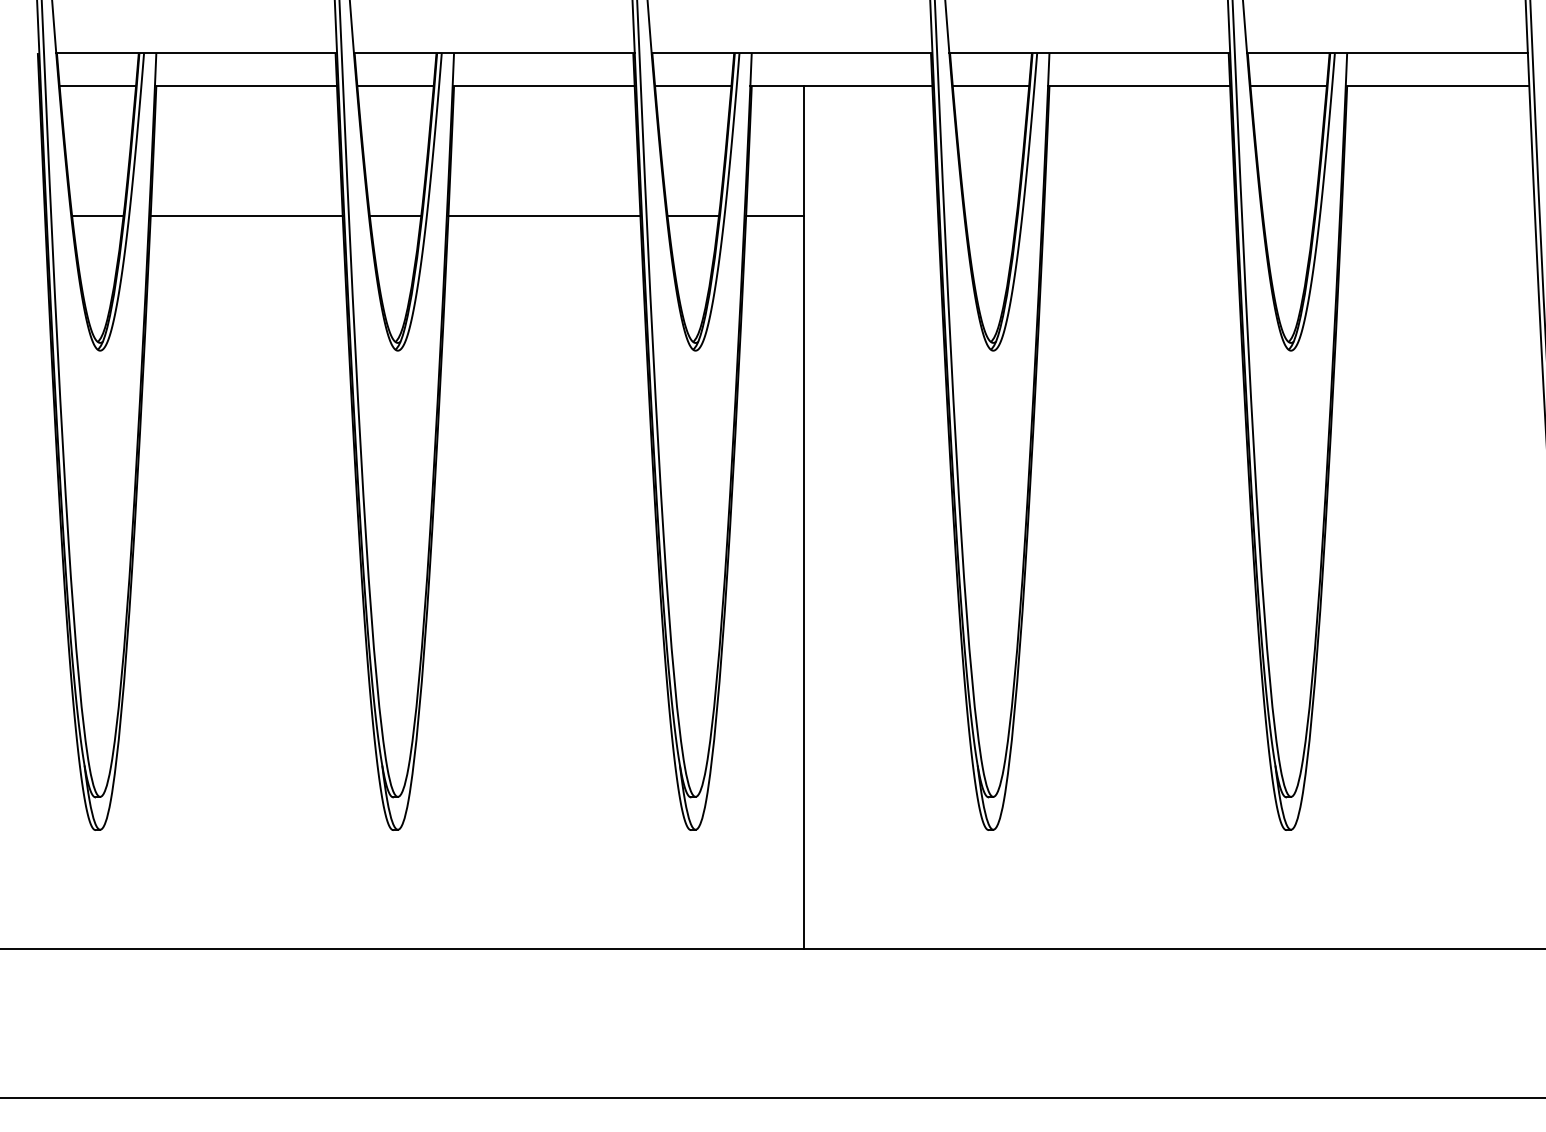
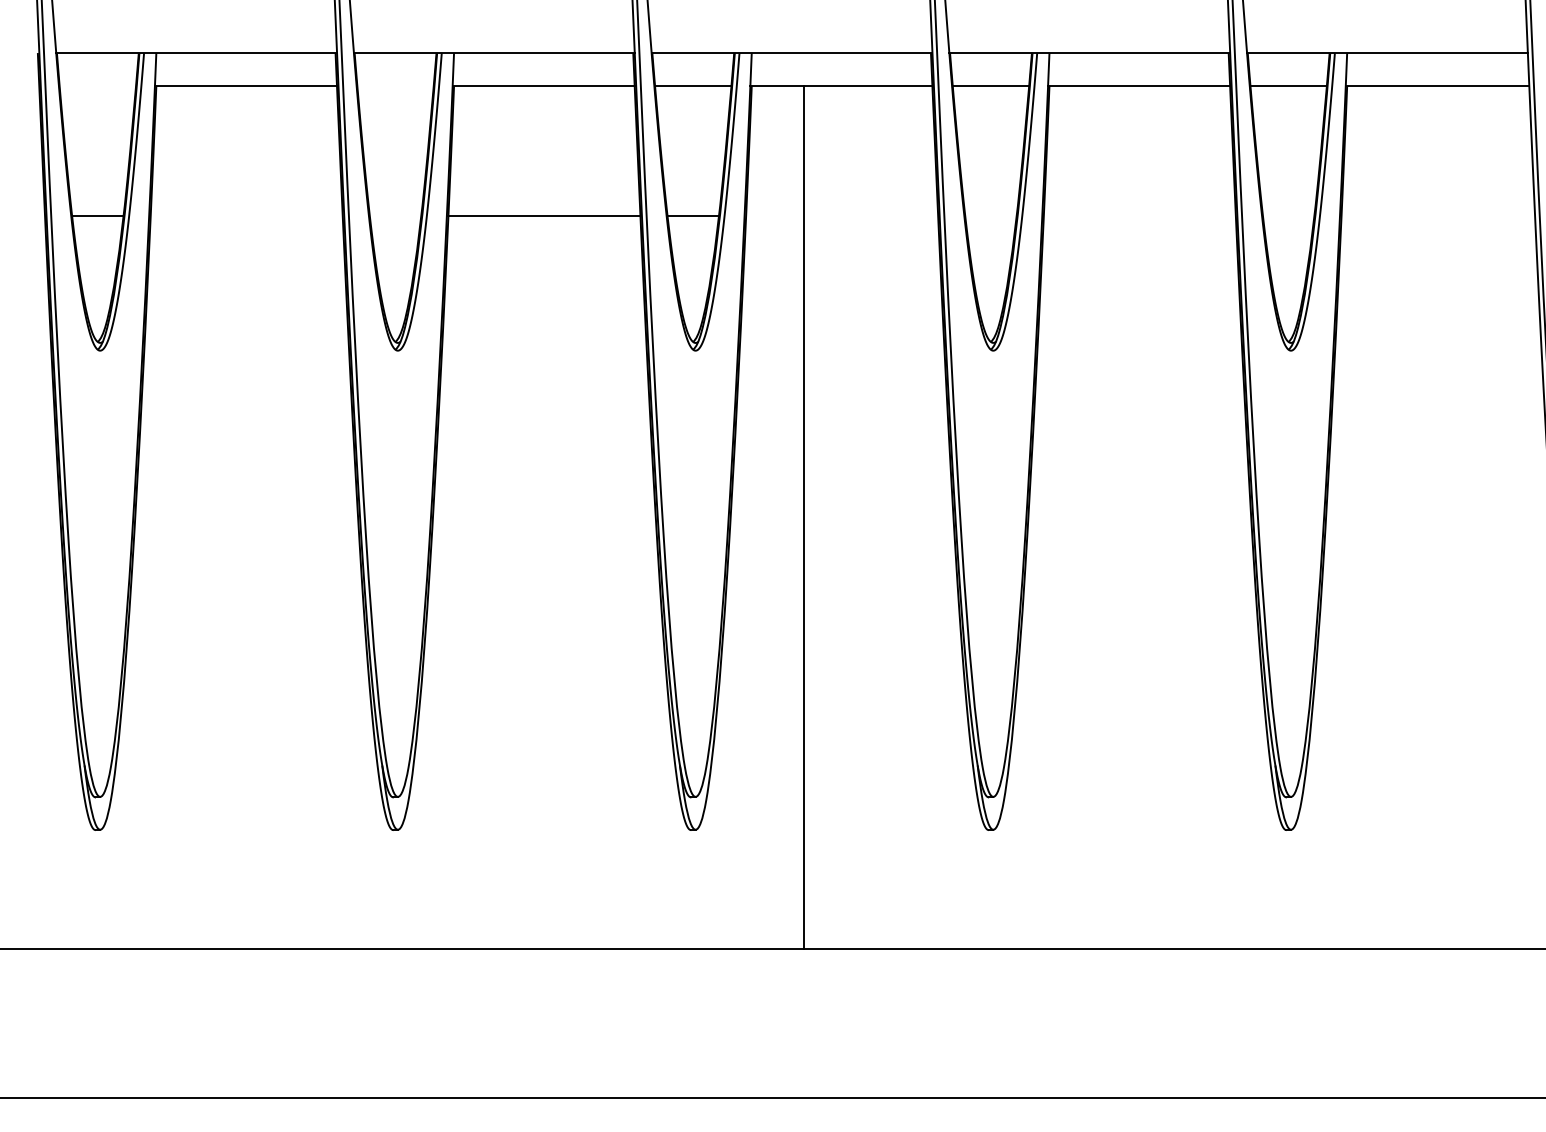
line at (97, 85): present -> none
line at (395, 85): present -> none
line at (246, 215): present -> none
line at (395, 215): present -> none
line at (774, 215): present -> none
